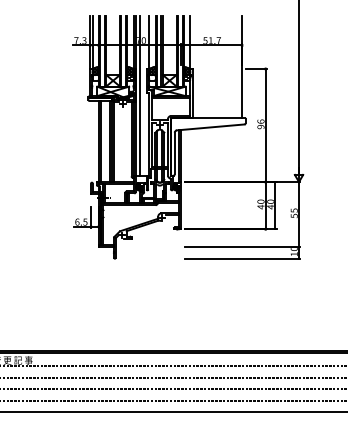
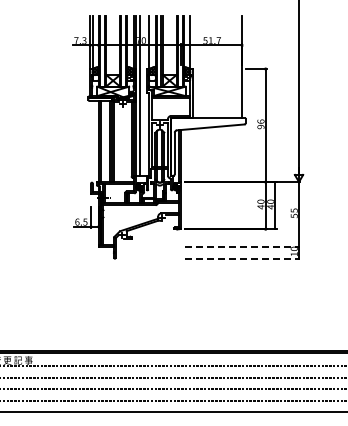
line at (242, 246): solid -> dashed
line at (242, 258): solid -> dashed
